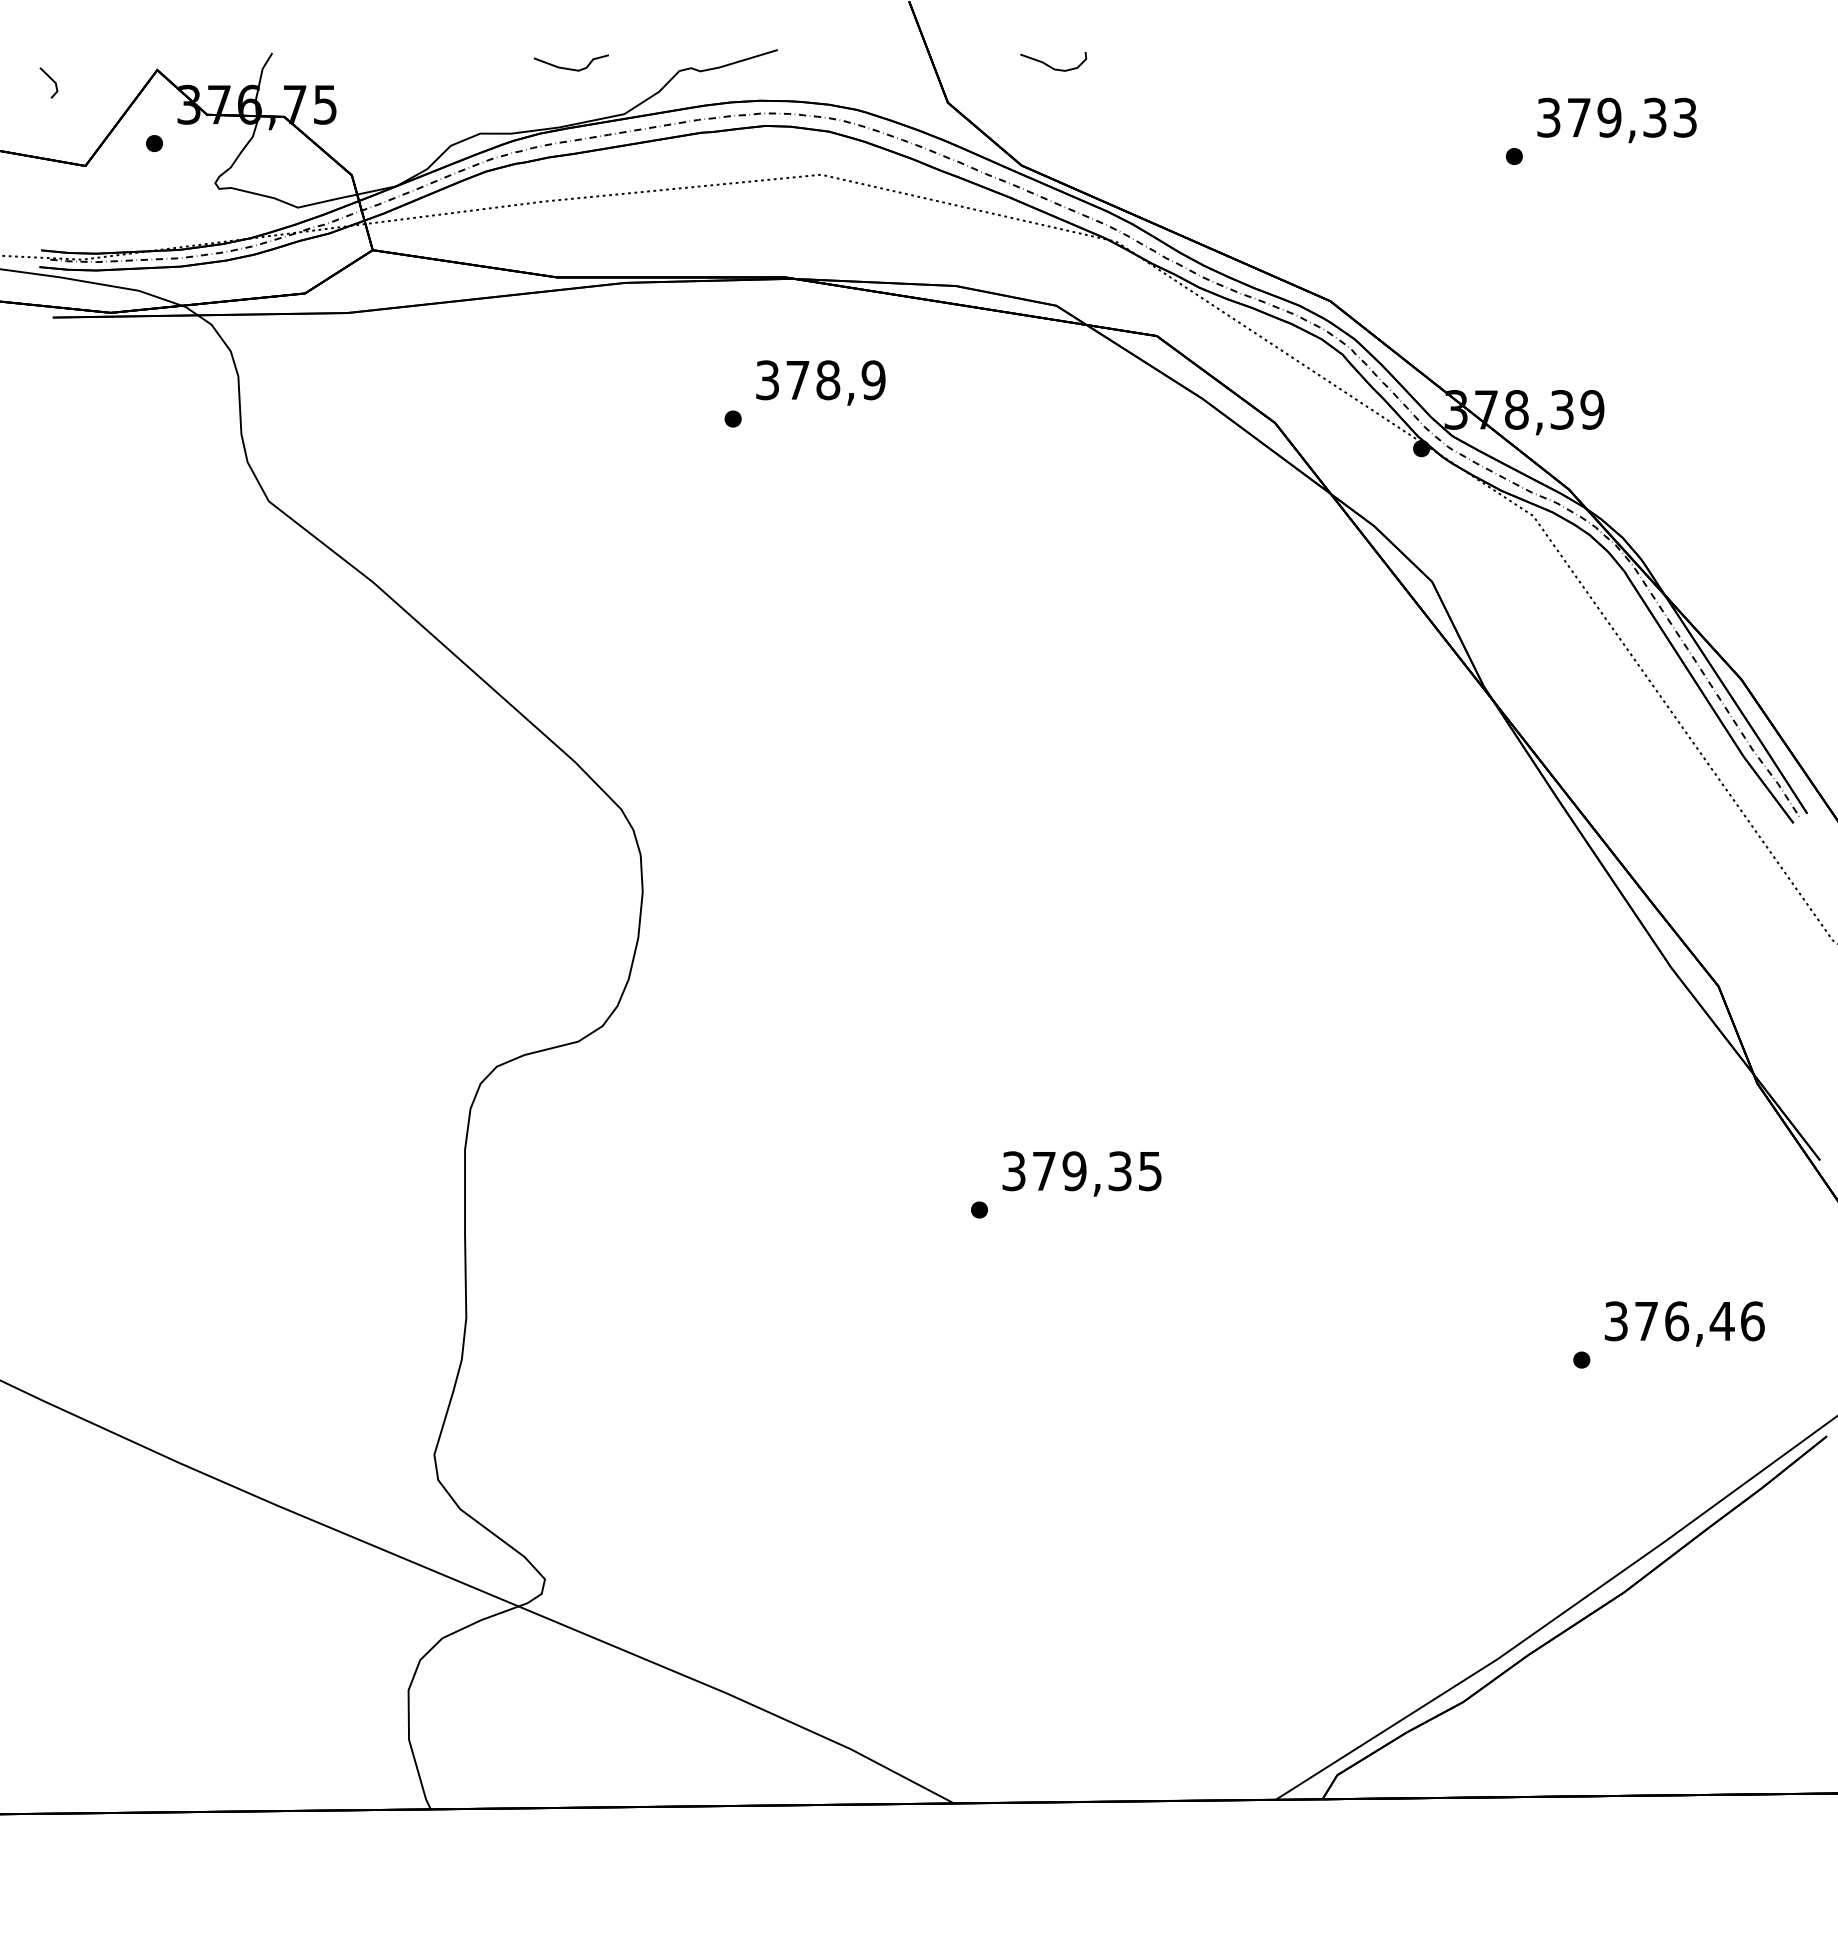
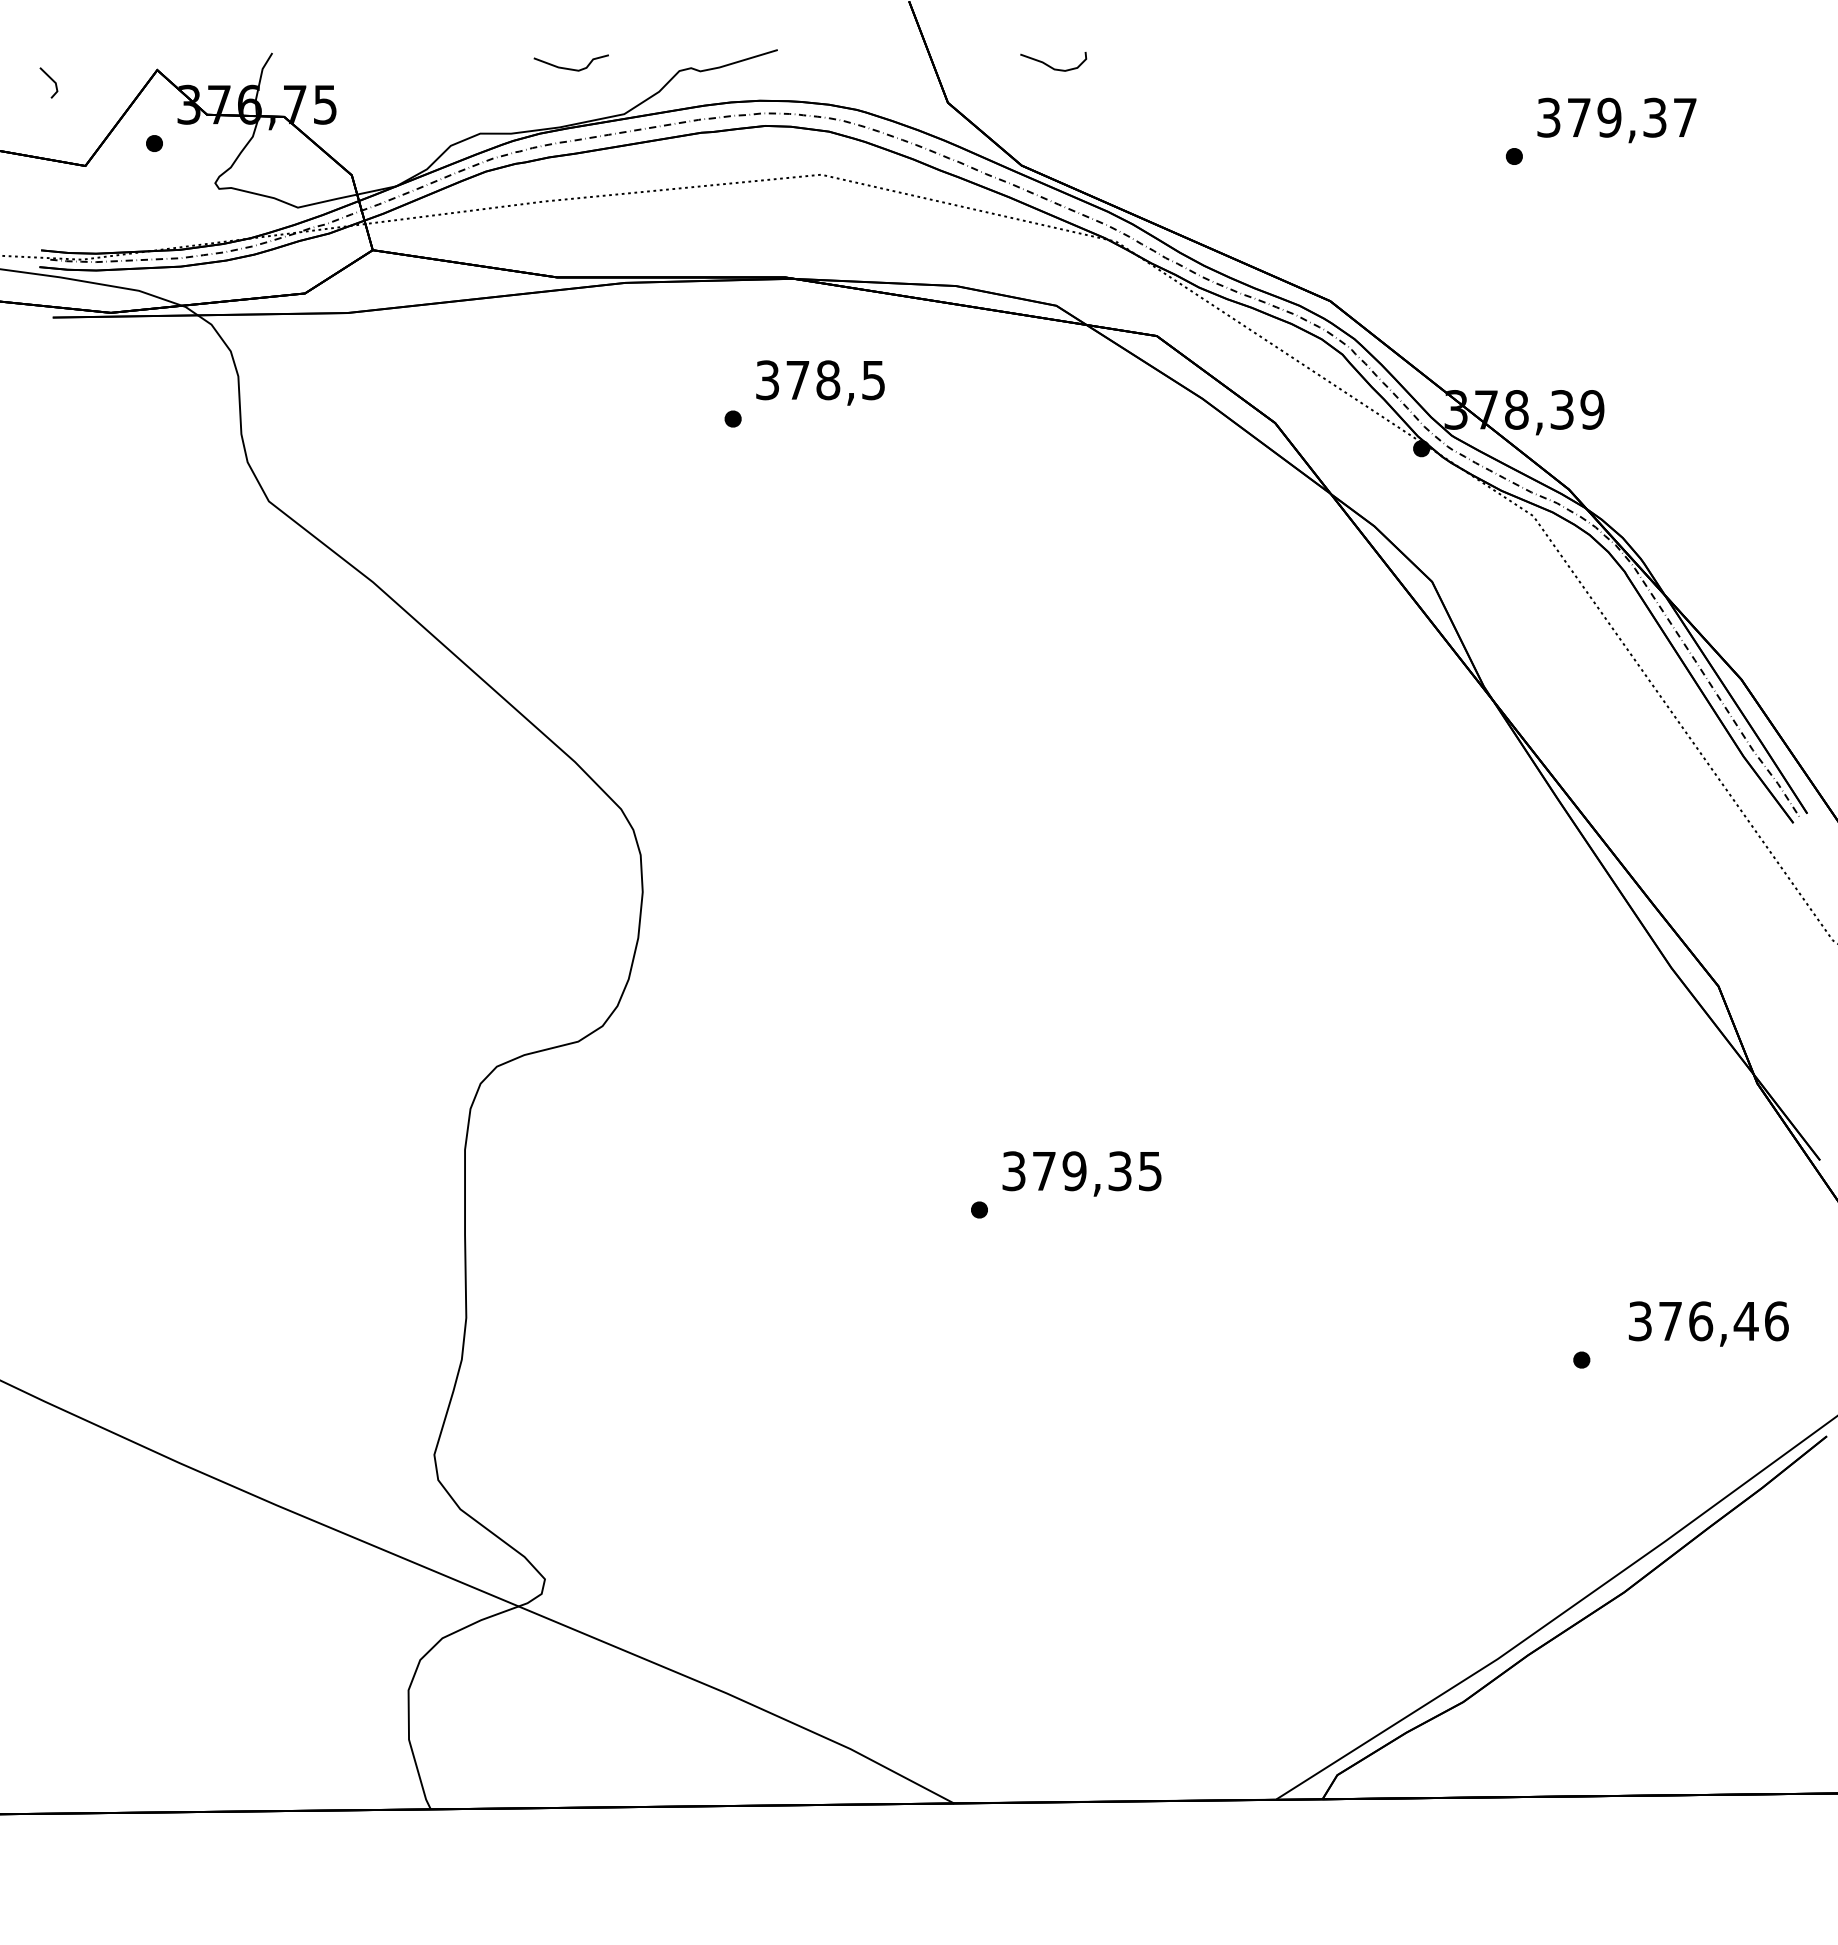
text at (1684, 117): 379,33 -> 379,37
text at (873, 380): 378,9 -> 378,5
text at (1684, 1323) position: (1684, 1323) -> (1708, 1323)
